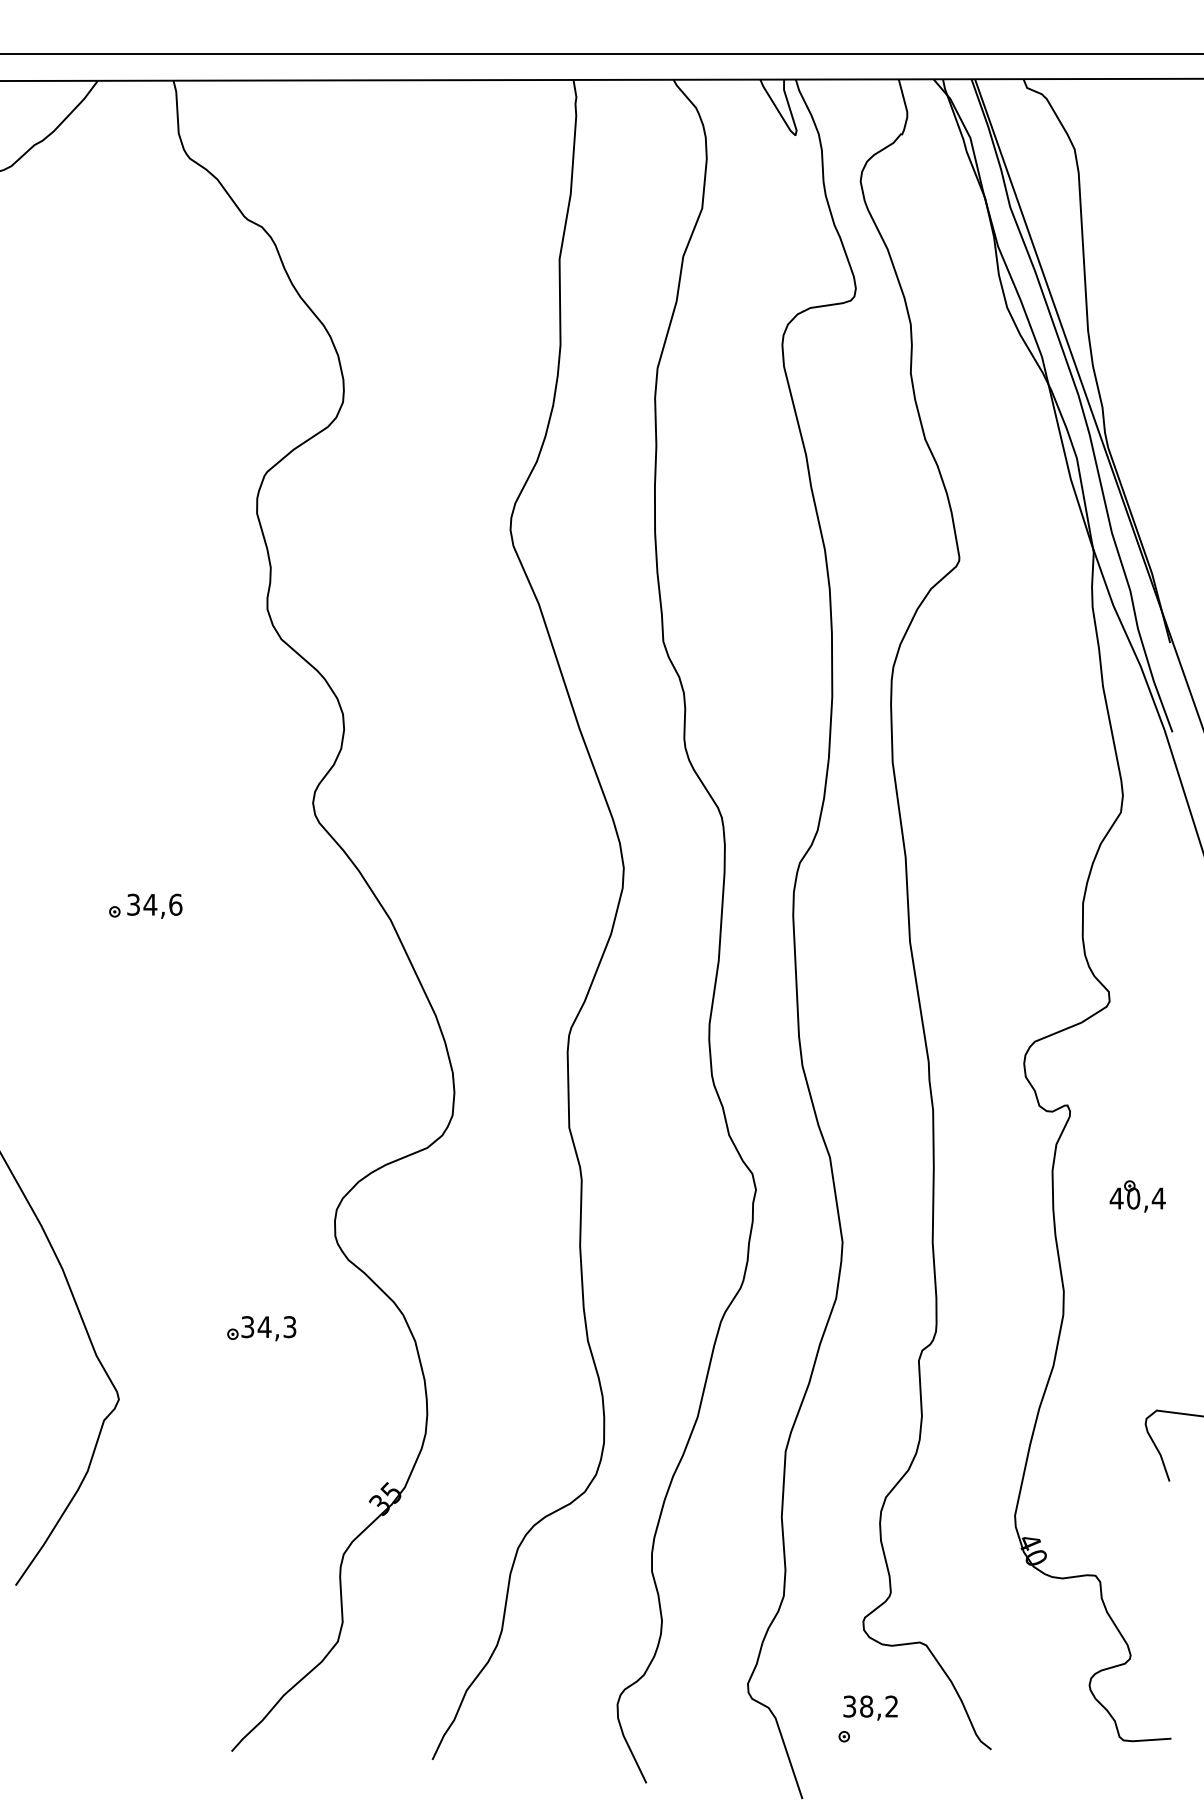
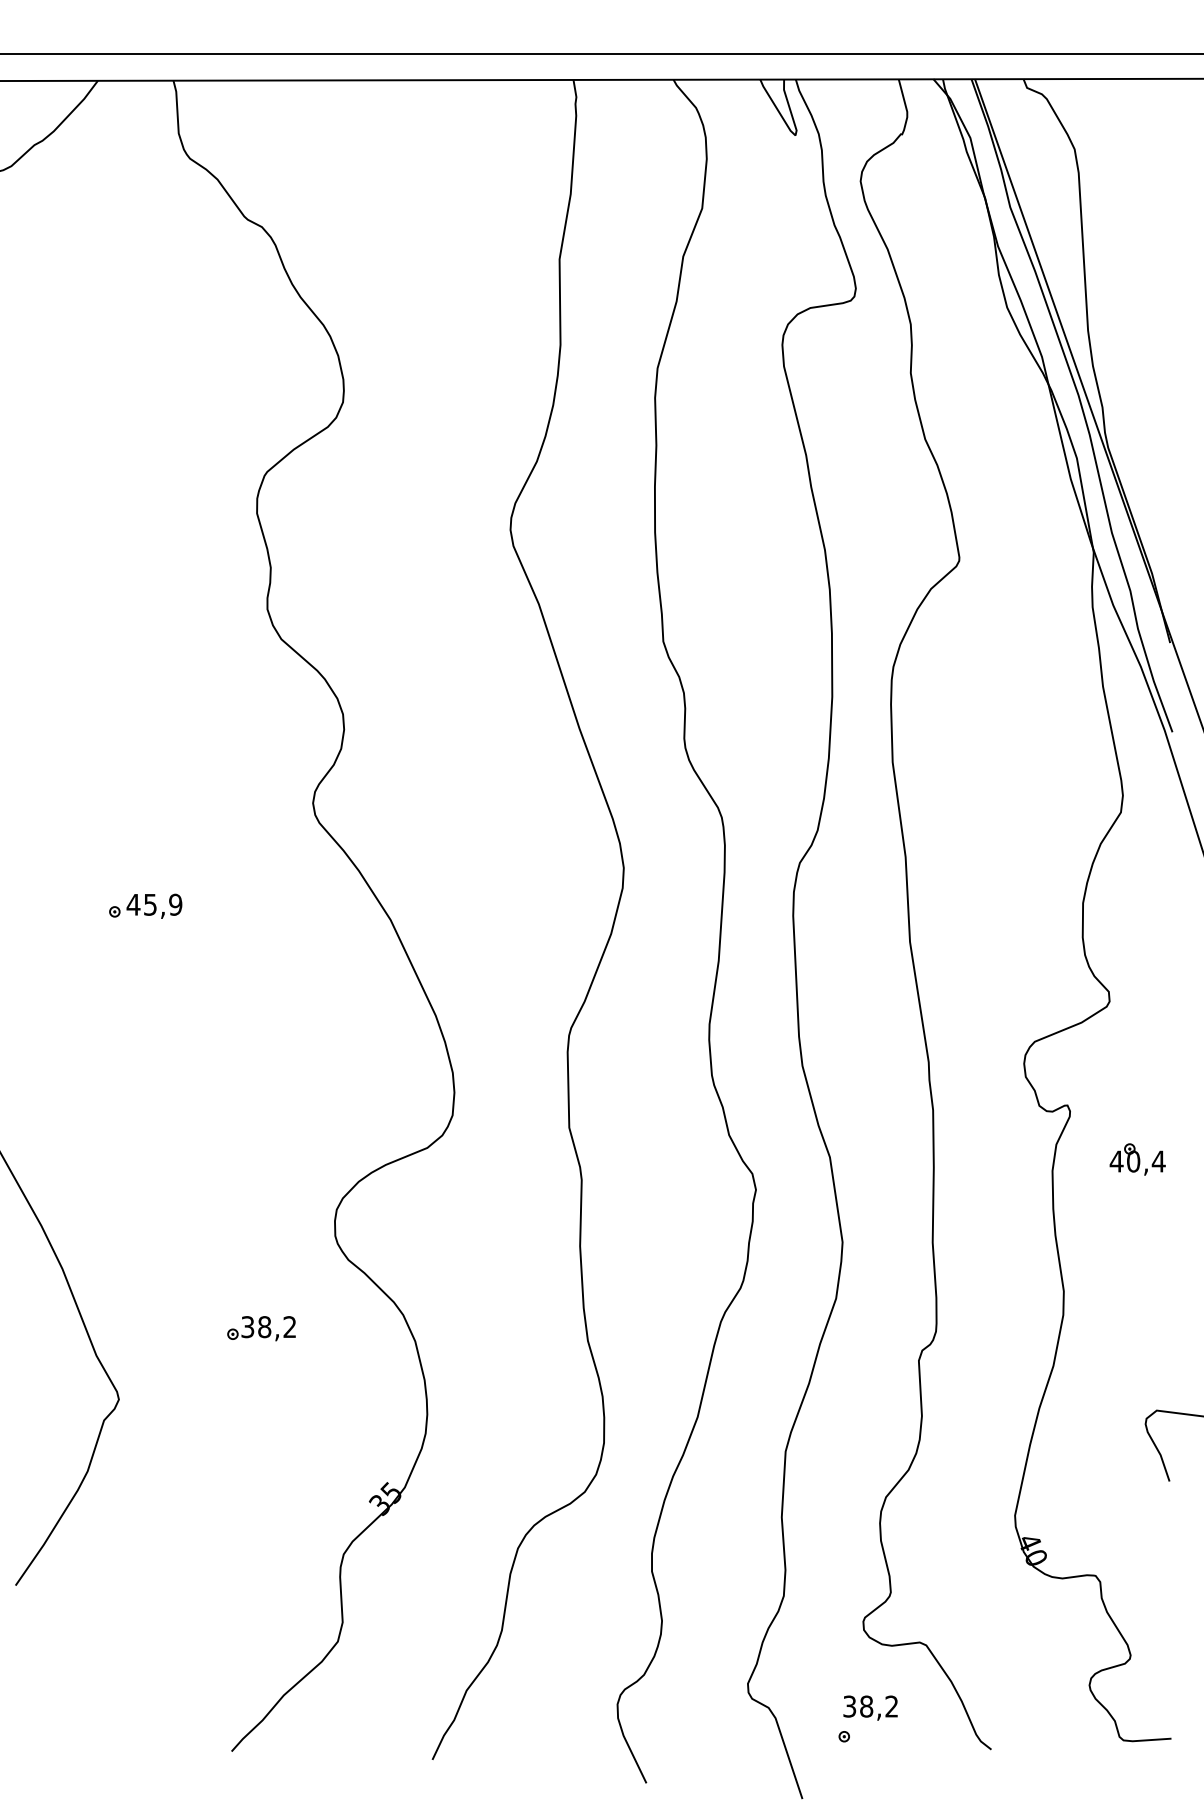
text at (154, 904): 34,6 -> 45,9
part at (1137, 1196) position: (1137, 1196) -> (1137, 1159)
text at (276, 1327): 34,3 -> 38,2
